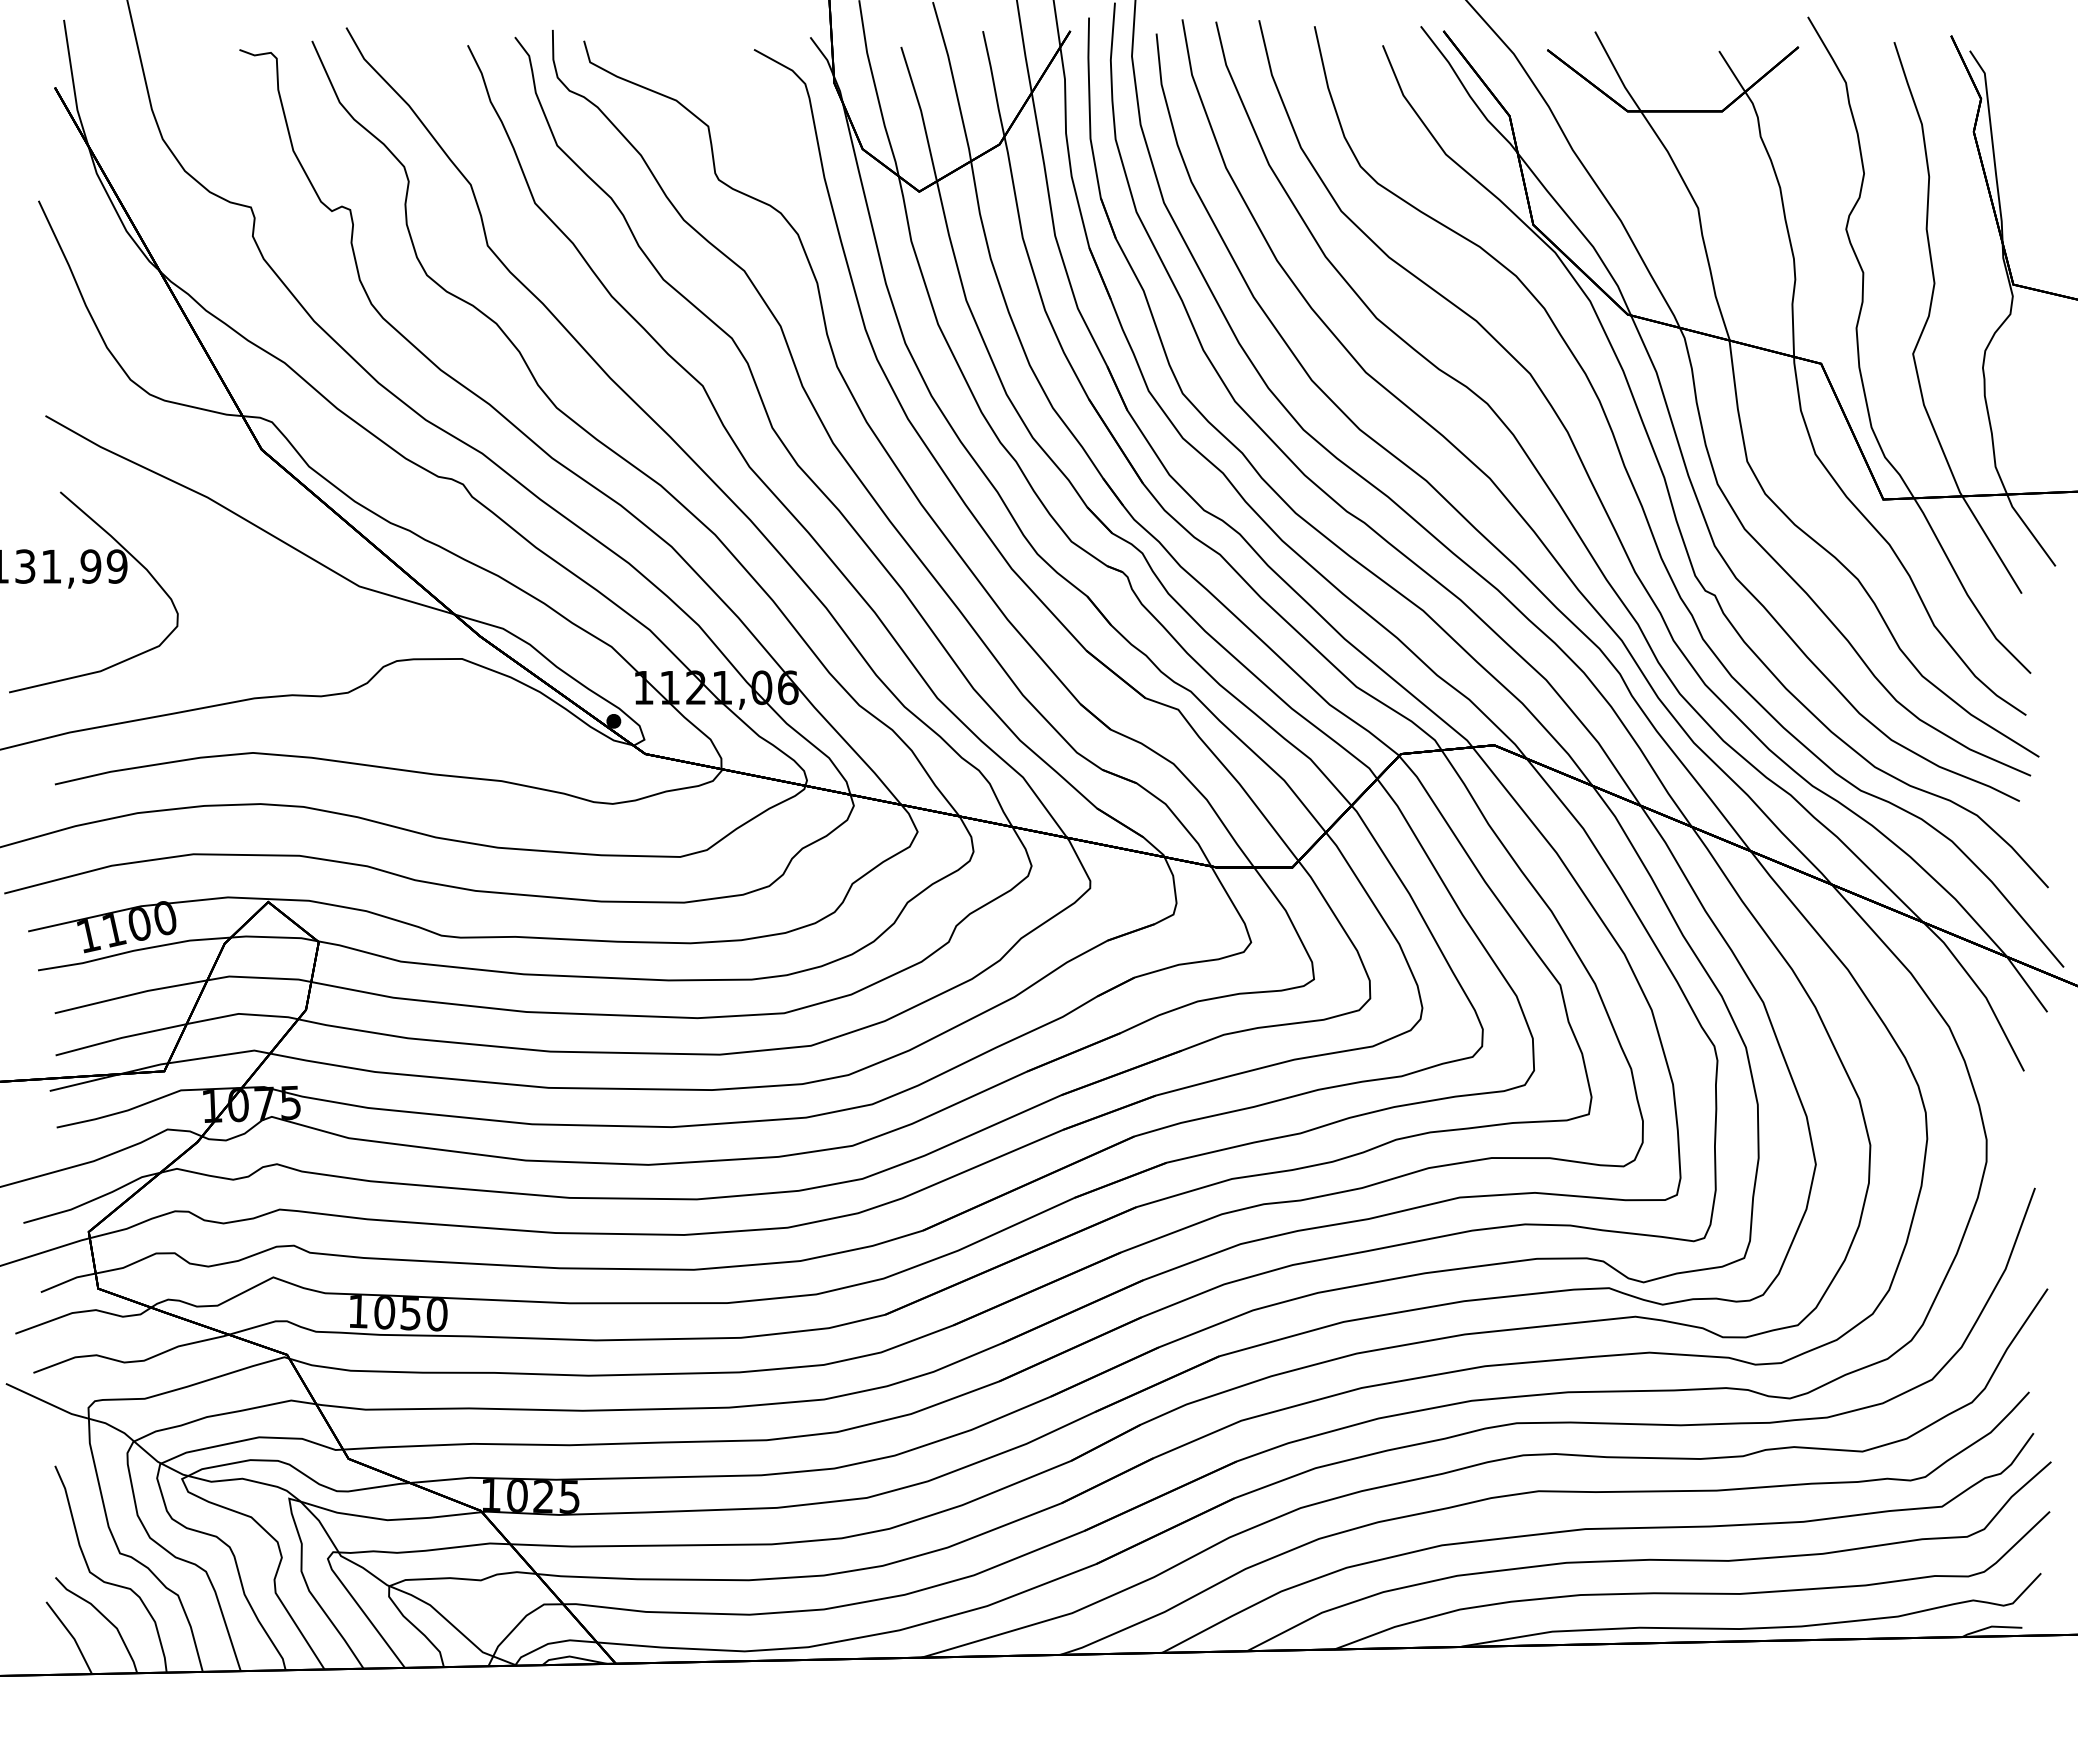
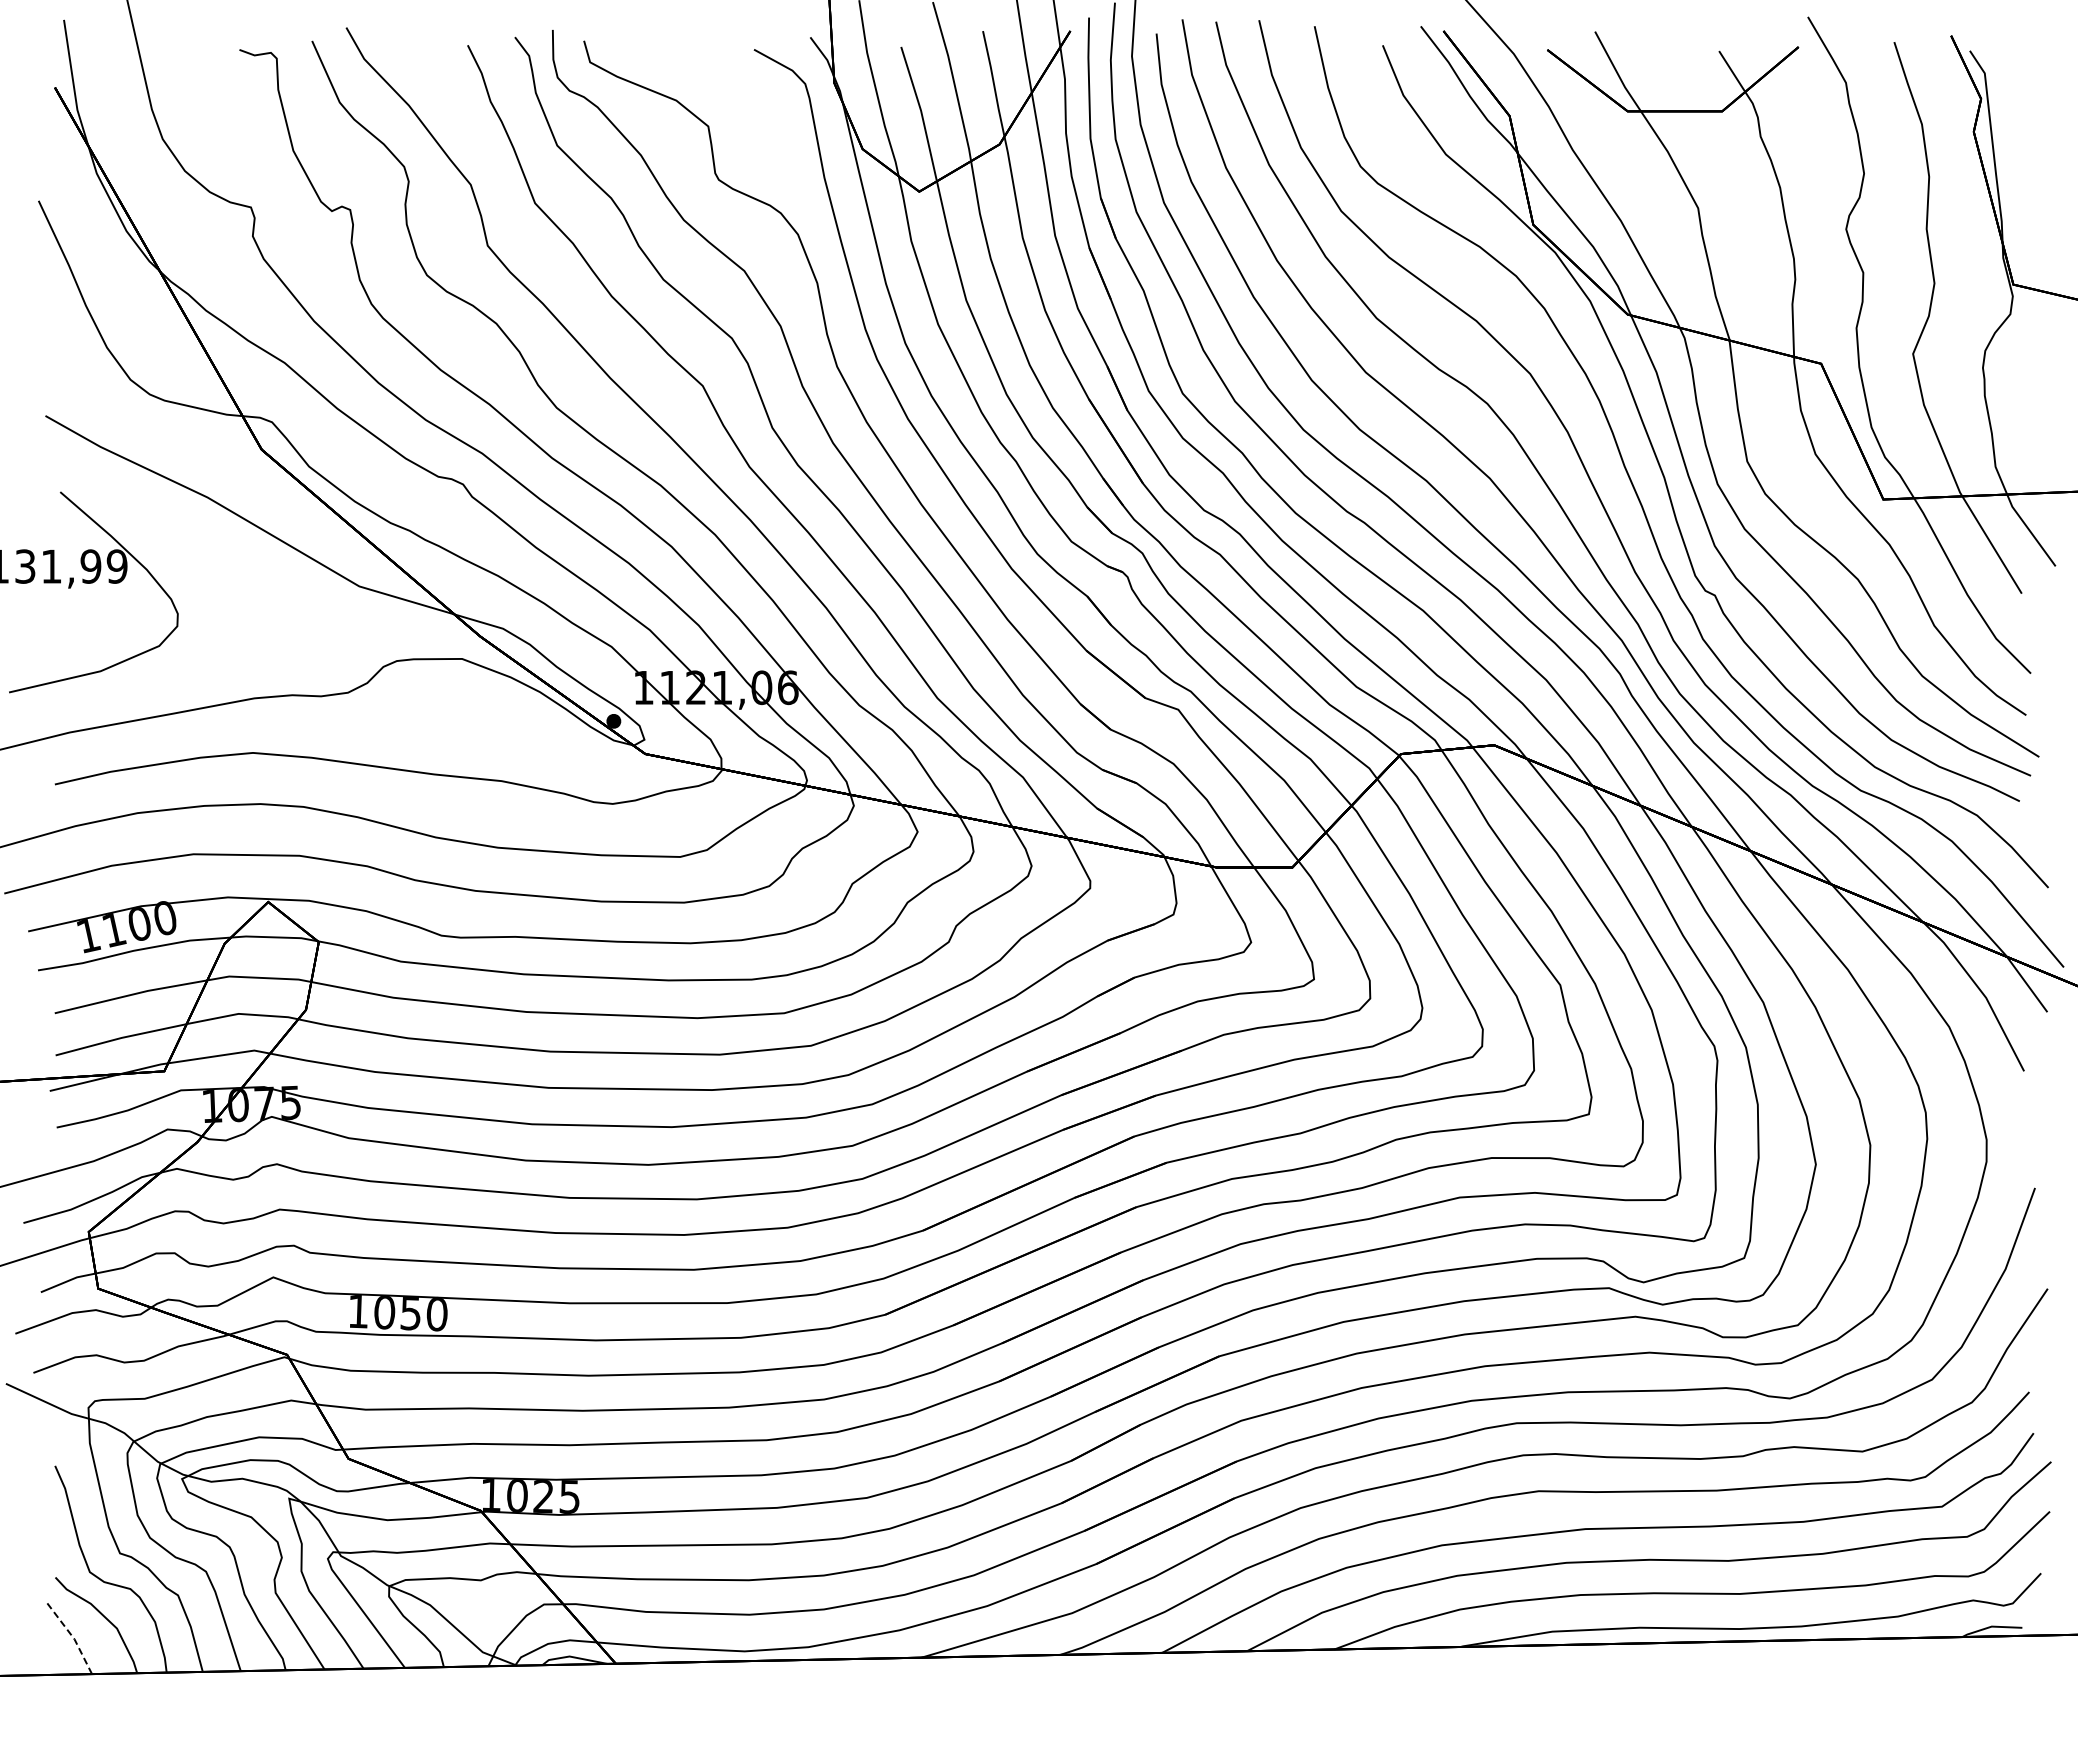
line at (72, 1636): solid -> dashed
